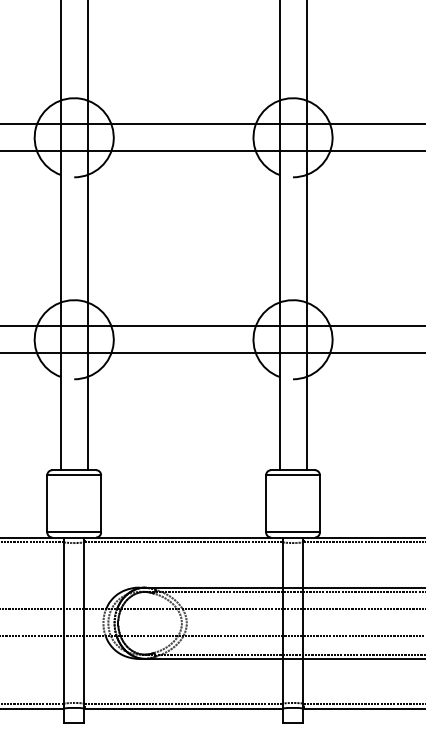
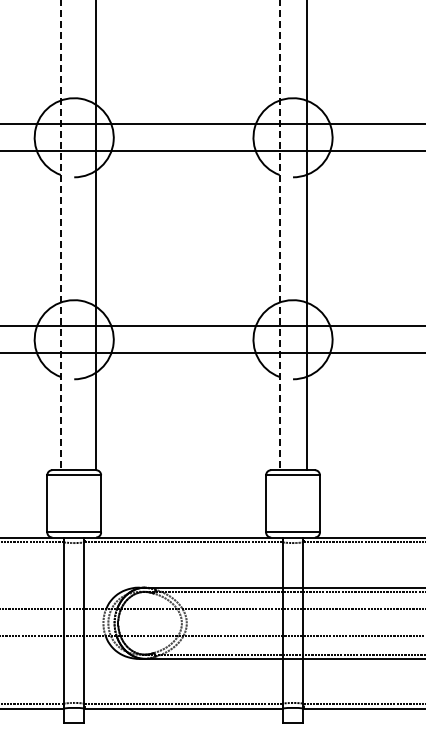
line at (60, 235): solid -> dashed
line at (279, 235): solid -> dashed
line at (87, 236) position: (87, 236) -> (95, 236)
